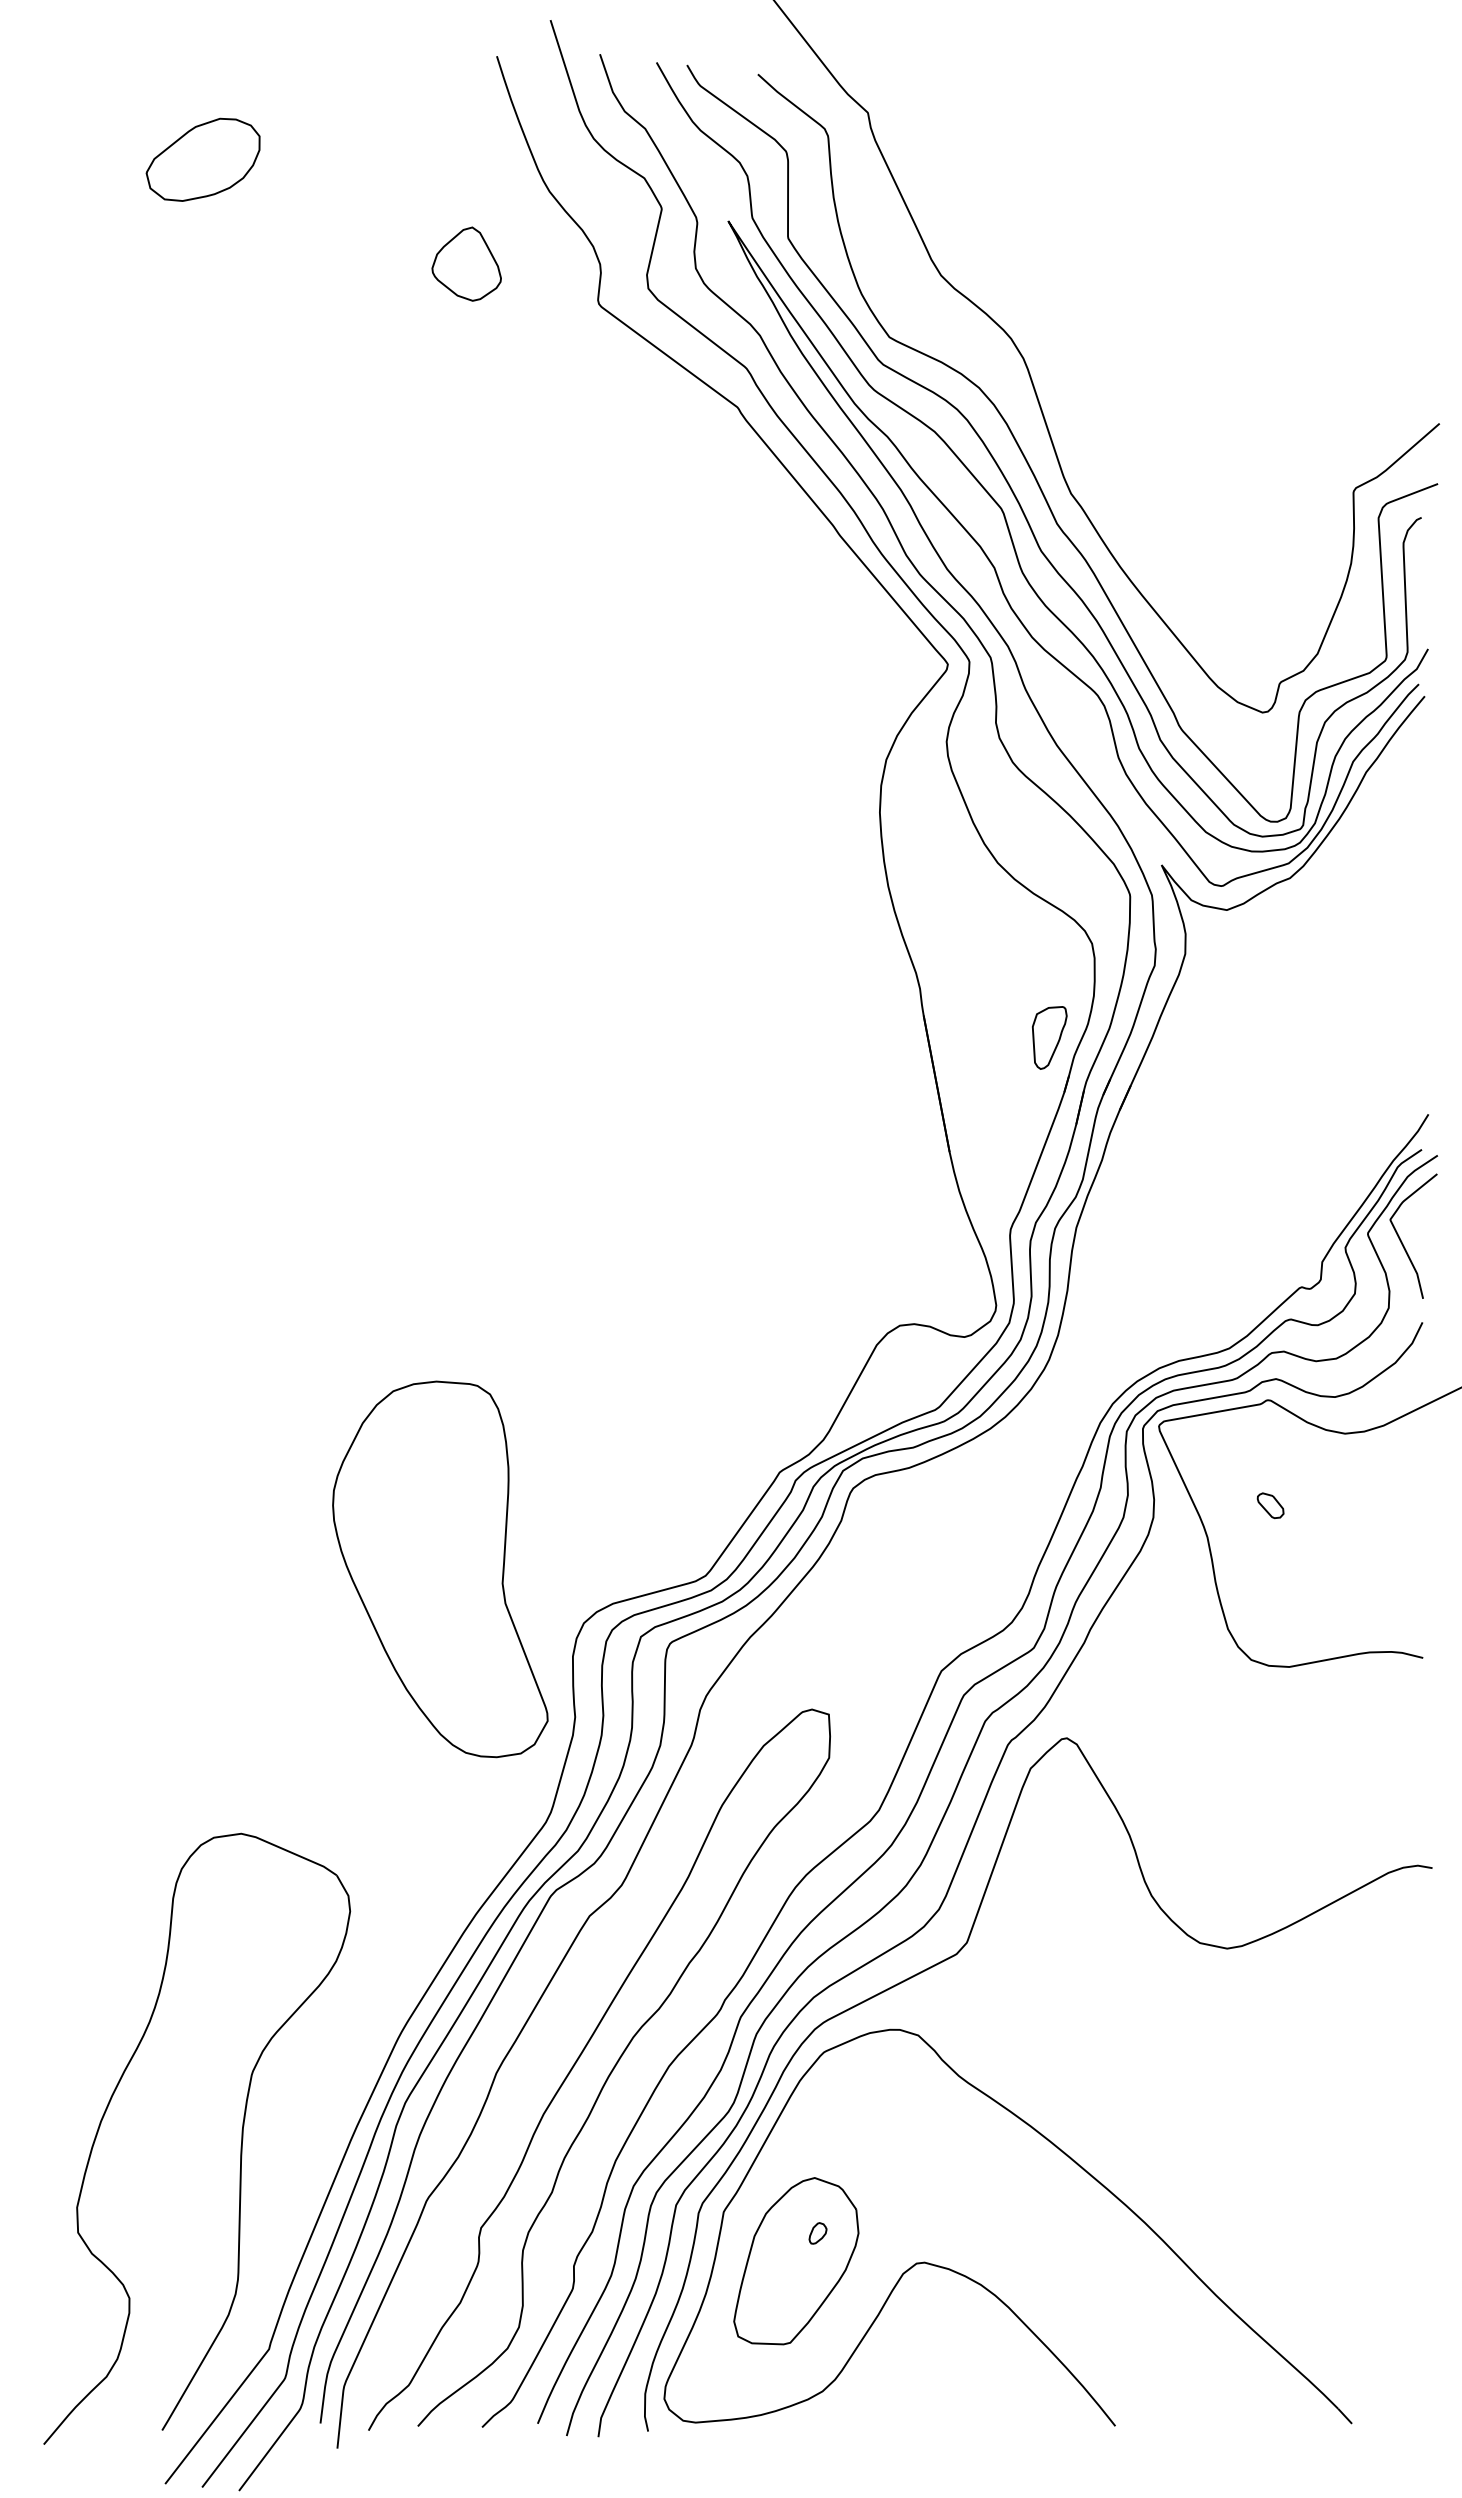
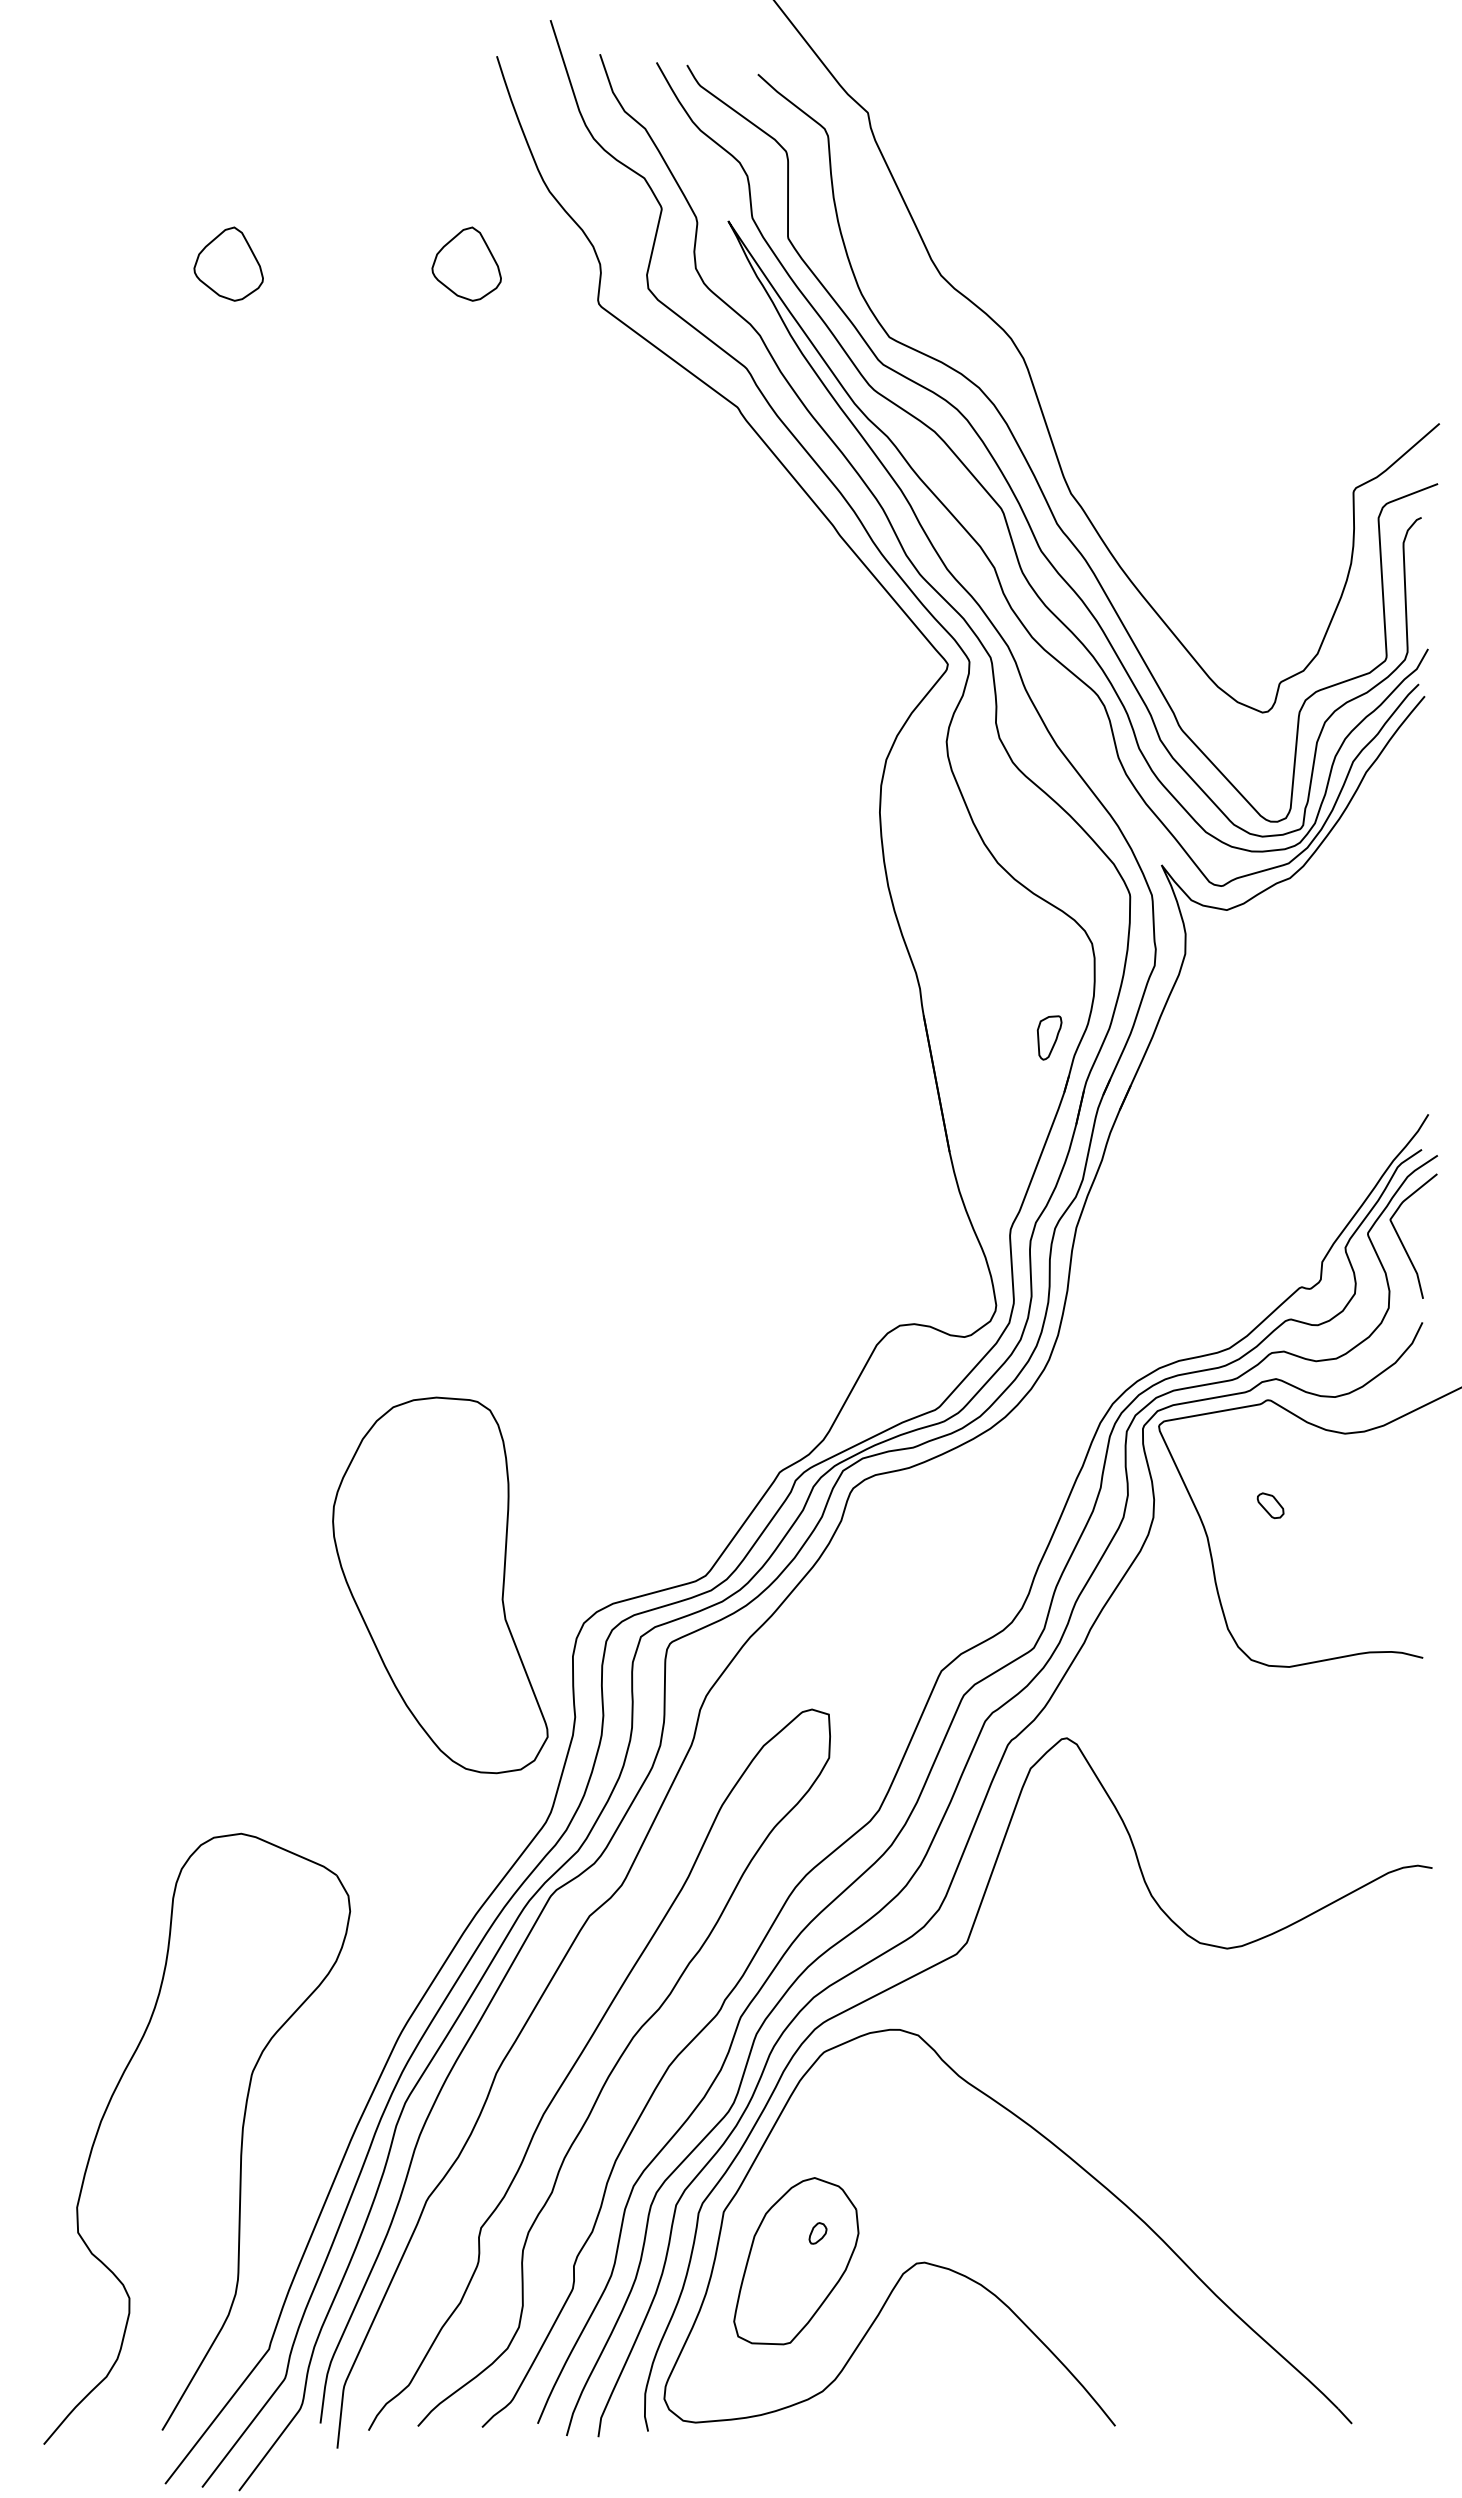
part at (202, 159): present -> none
part at (228, 263): none -> present
part at (1049, 1037) size: 37x64 px -> 27x46 px
part at (440, 1569) position: (440, 1569) -> (440, 1585)
